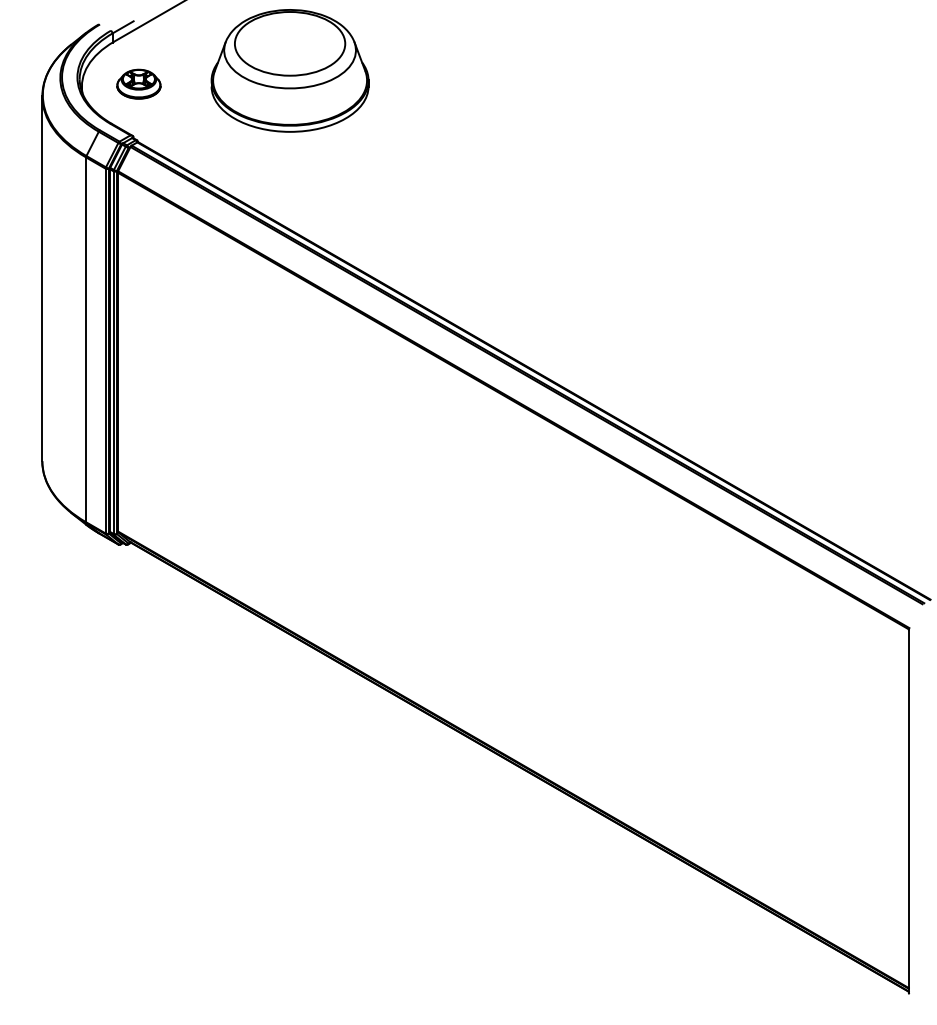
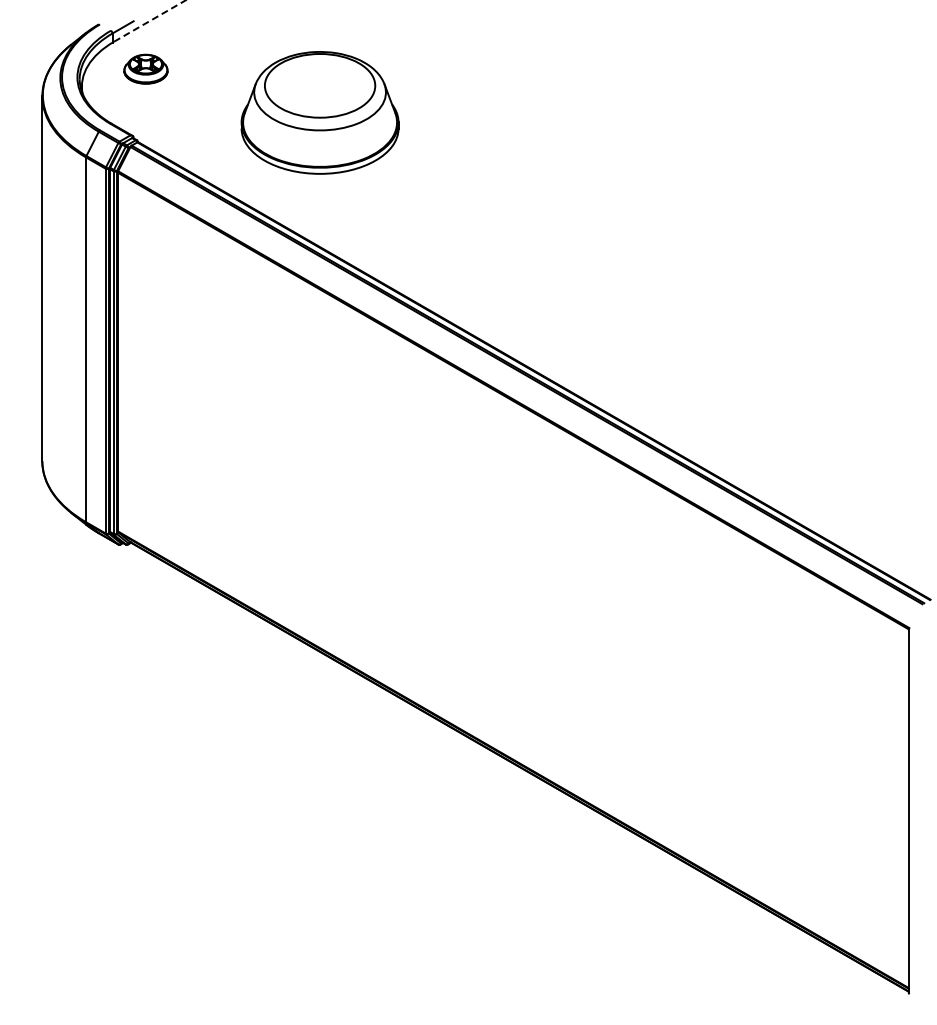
line at (150, 20): solid -> dashed
part at (289, 70) position: (289, 70) -> (319, 112)
part at (138, 83) position: (138, 83) -> (145, 68)
